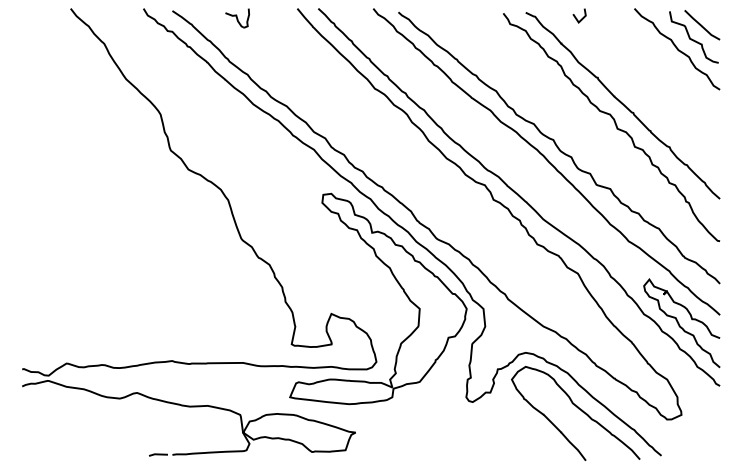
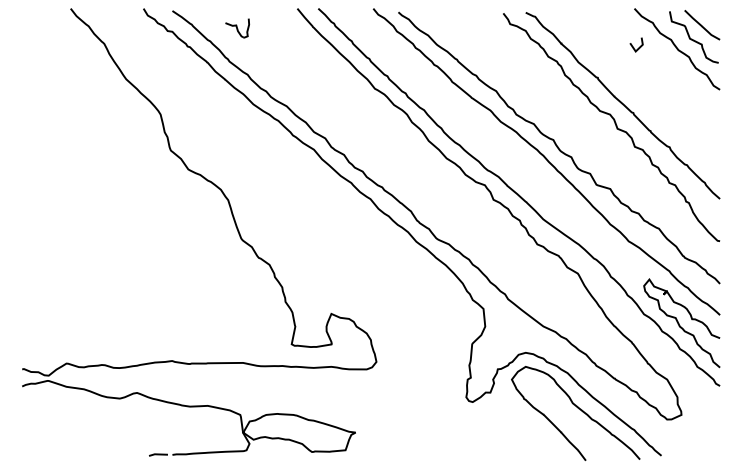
line at (576, 17) position: (576, 17) -> (633, 46)
part at (237, 18) position: (237, 18) -> (237, 28)
part at (399, 286): present -> none
